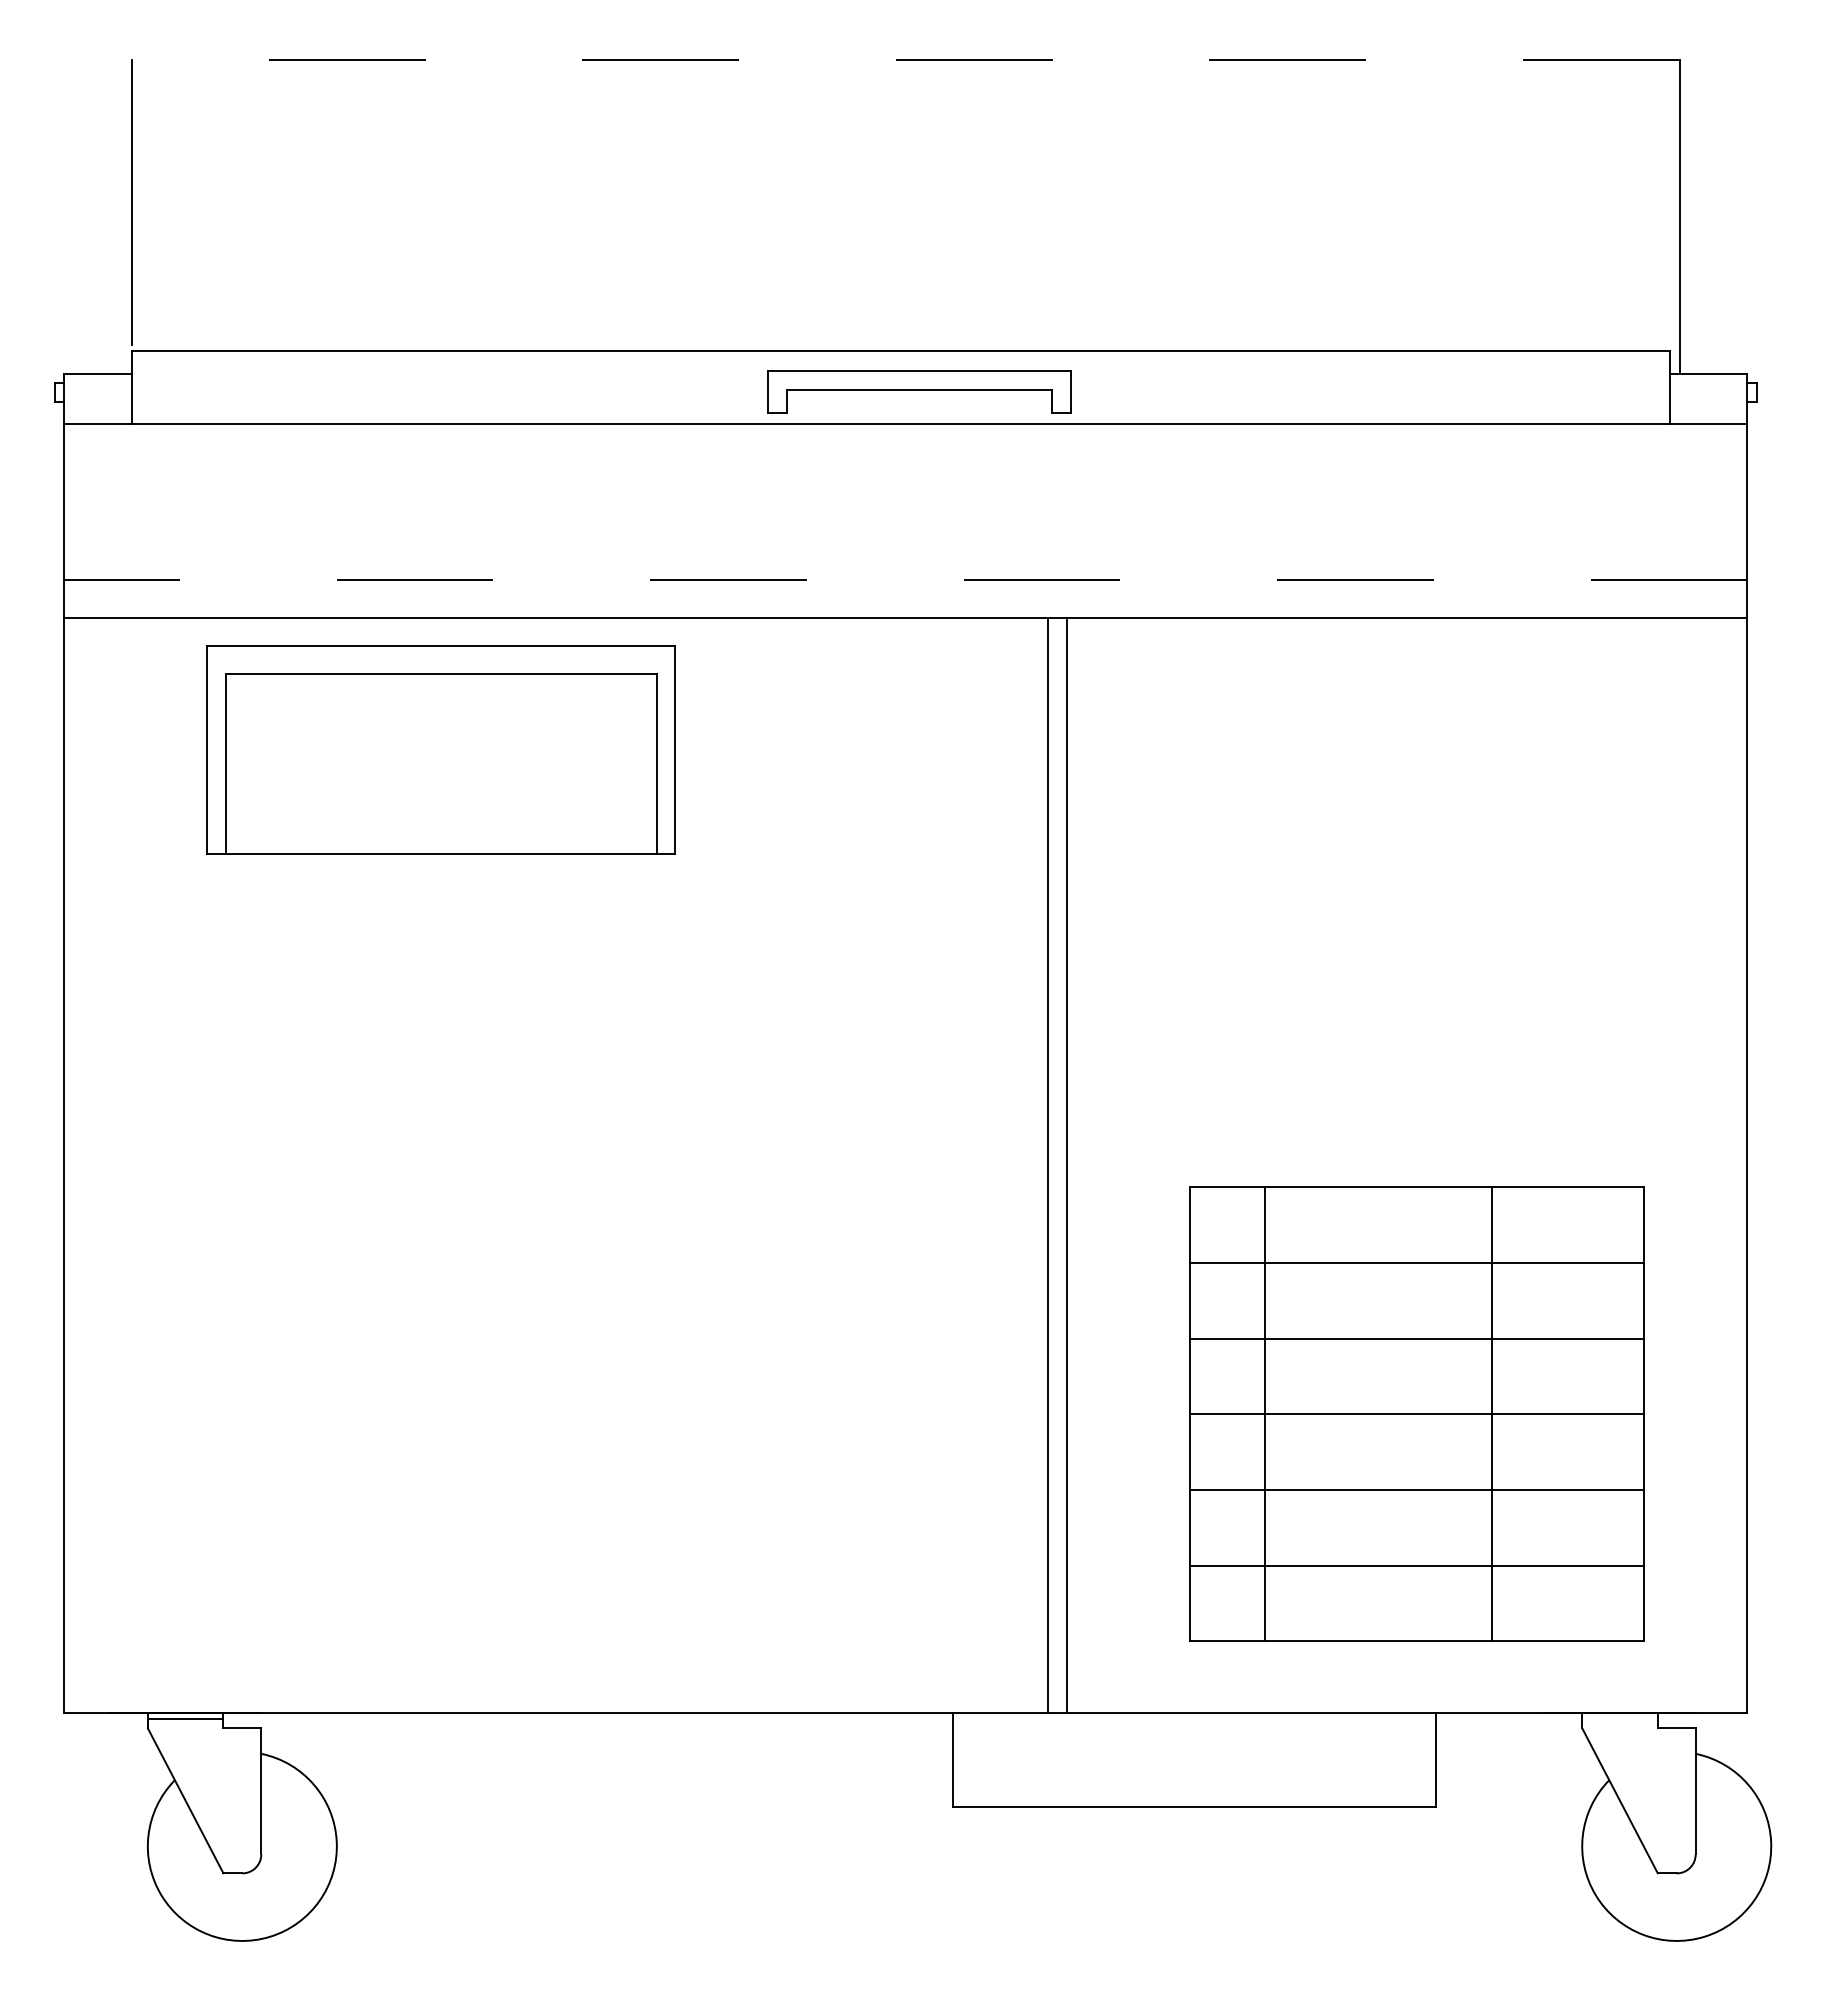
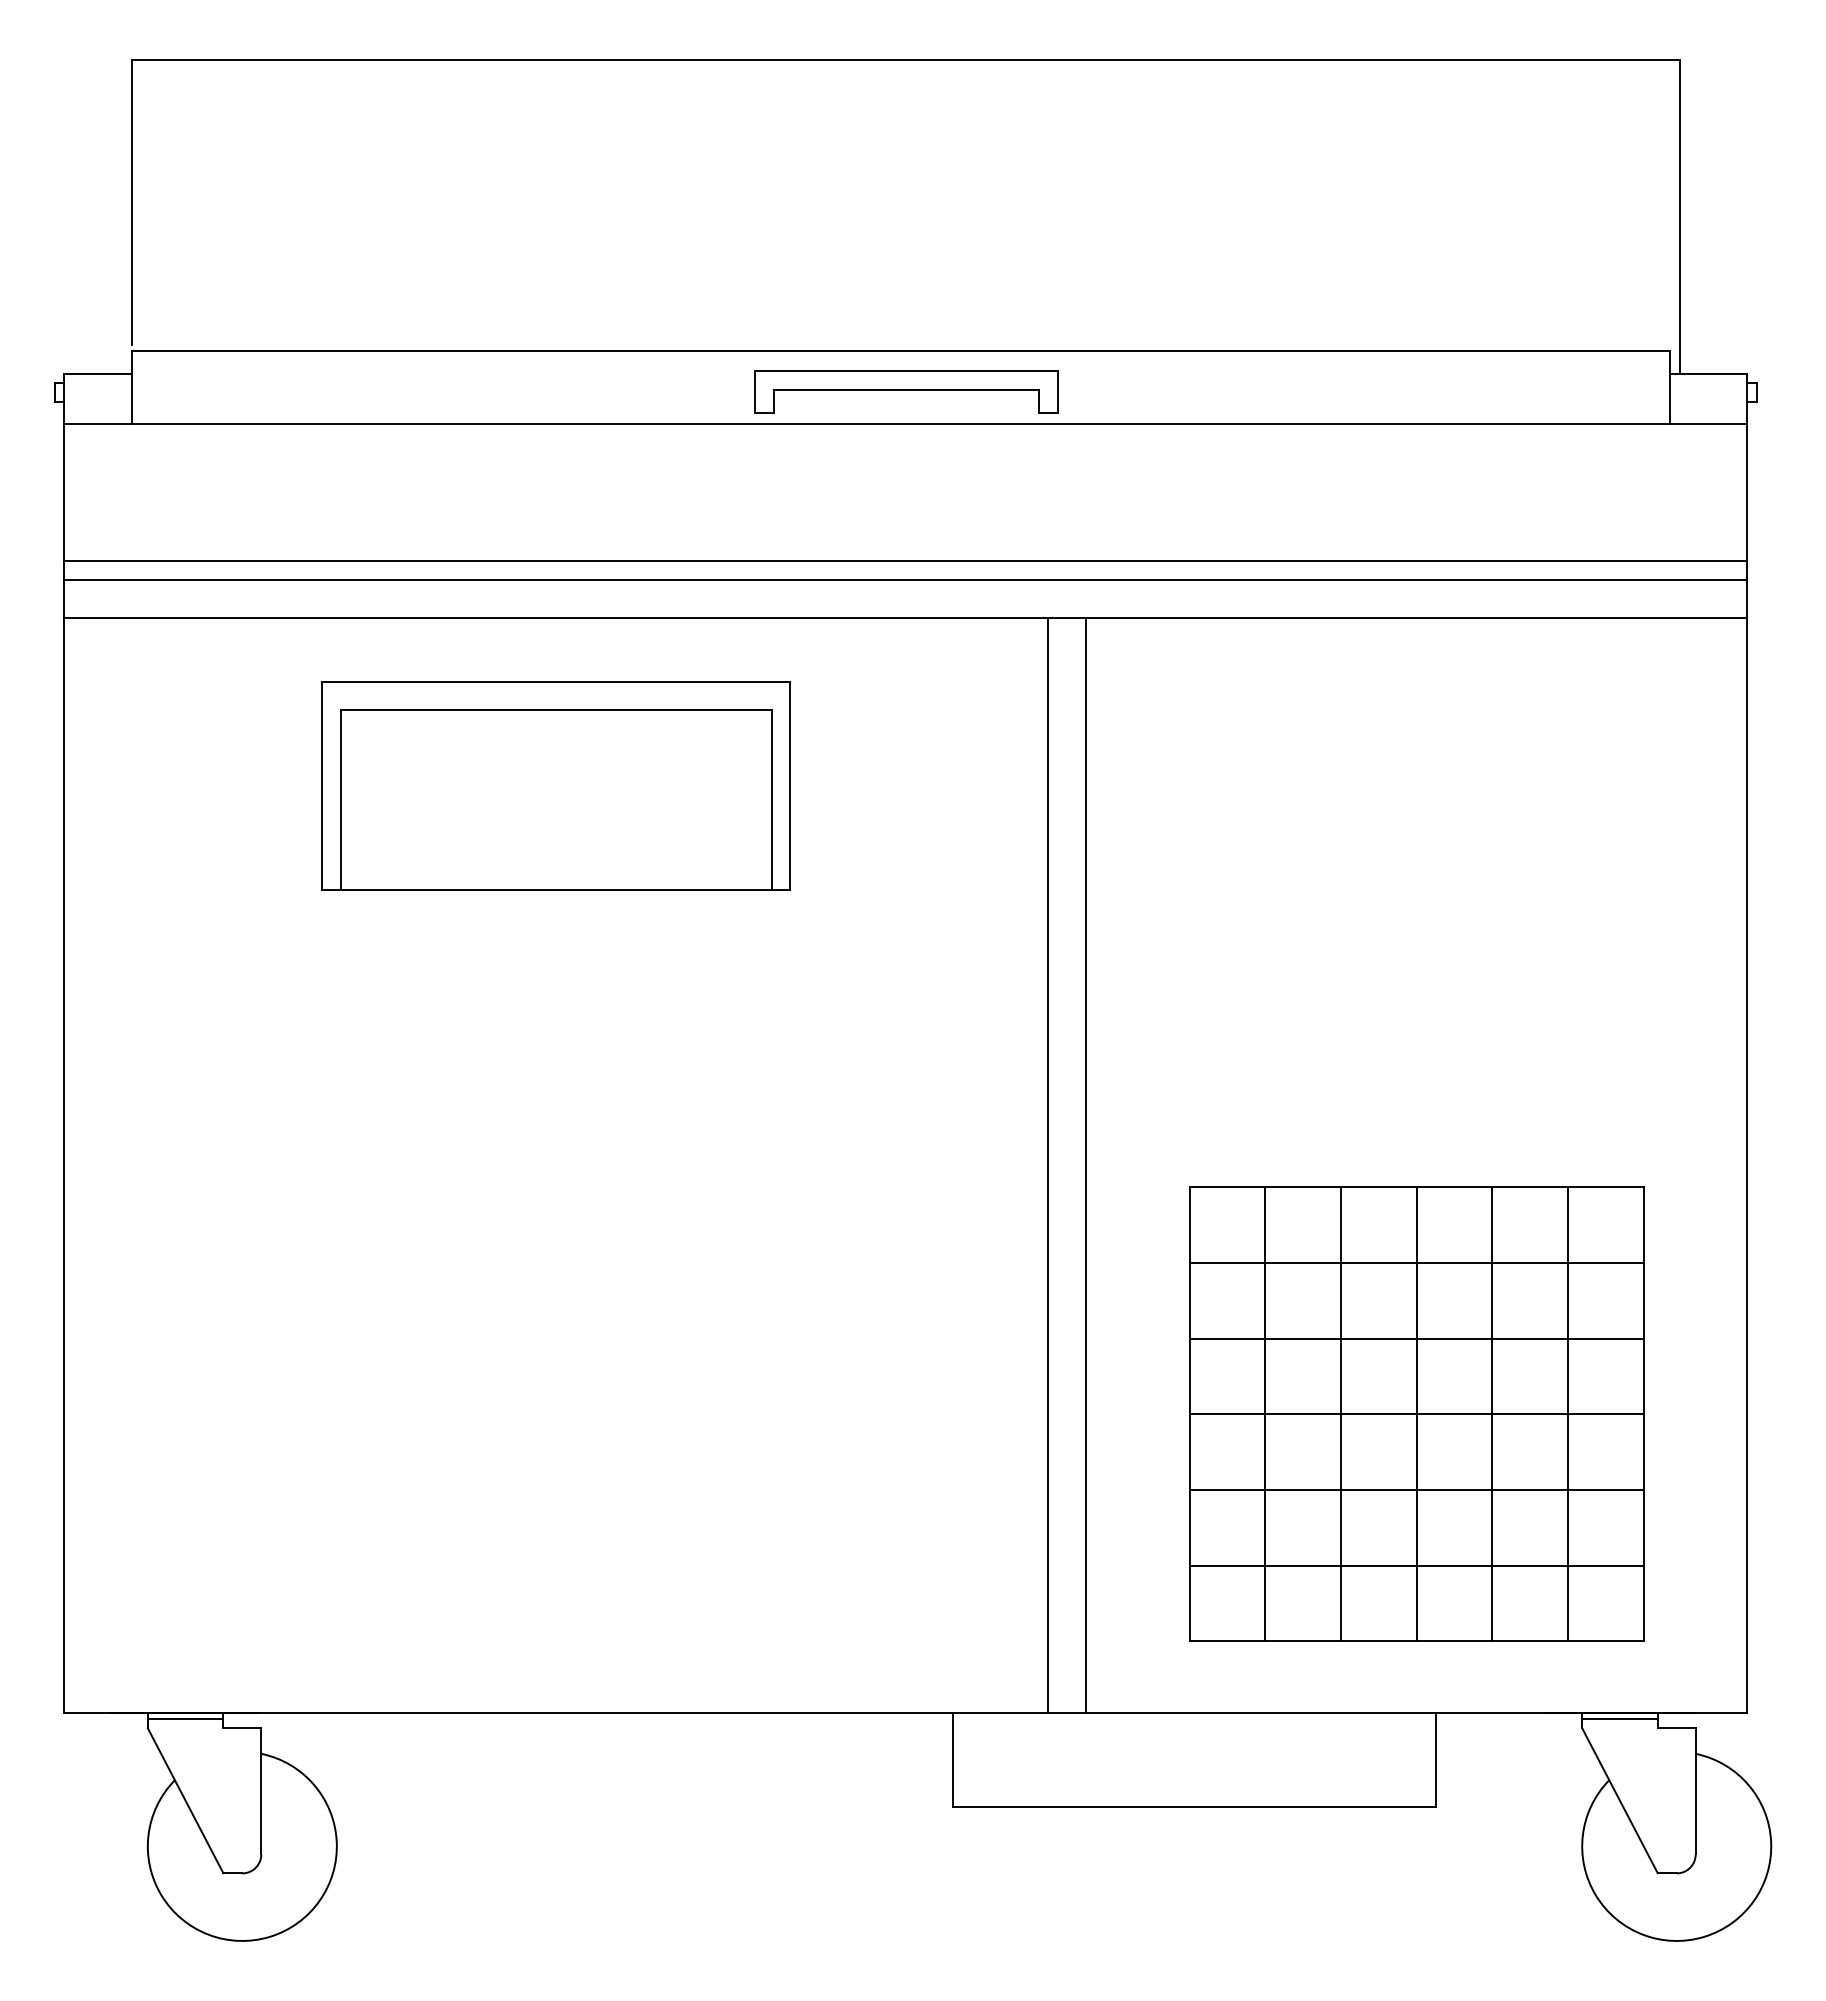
line at (905, 60): dashed -> solid
part at (919, 391) position: (919, 391) -> (906, 391)
line at (905, 561): none -> present
line at (905, 580): dashed -> solid
part at (440, 749) position: (440, 749) -> (555, 785)
line at (1066, 1164) position: (1066, 1164) -> (1085, 1164)
line at (1340, 1414): none -> present
line at (1416, 1414): none -> present
line at (1567, 1414): none -> present
line at (1619, 1719): none -> present
